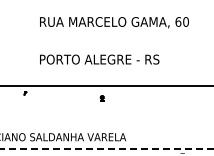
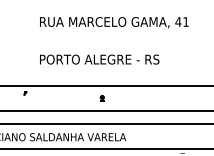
text at (181, 21): 60 -> 41
line at (106, 111): none -> present
line at (106, 124): none -> present
line at (107, 148): dashed -> solid
